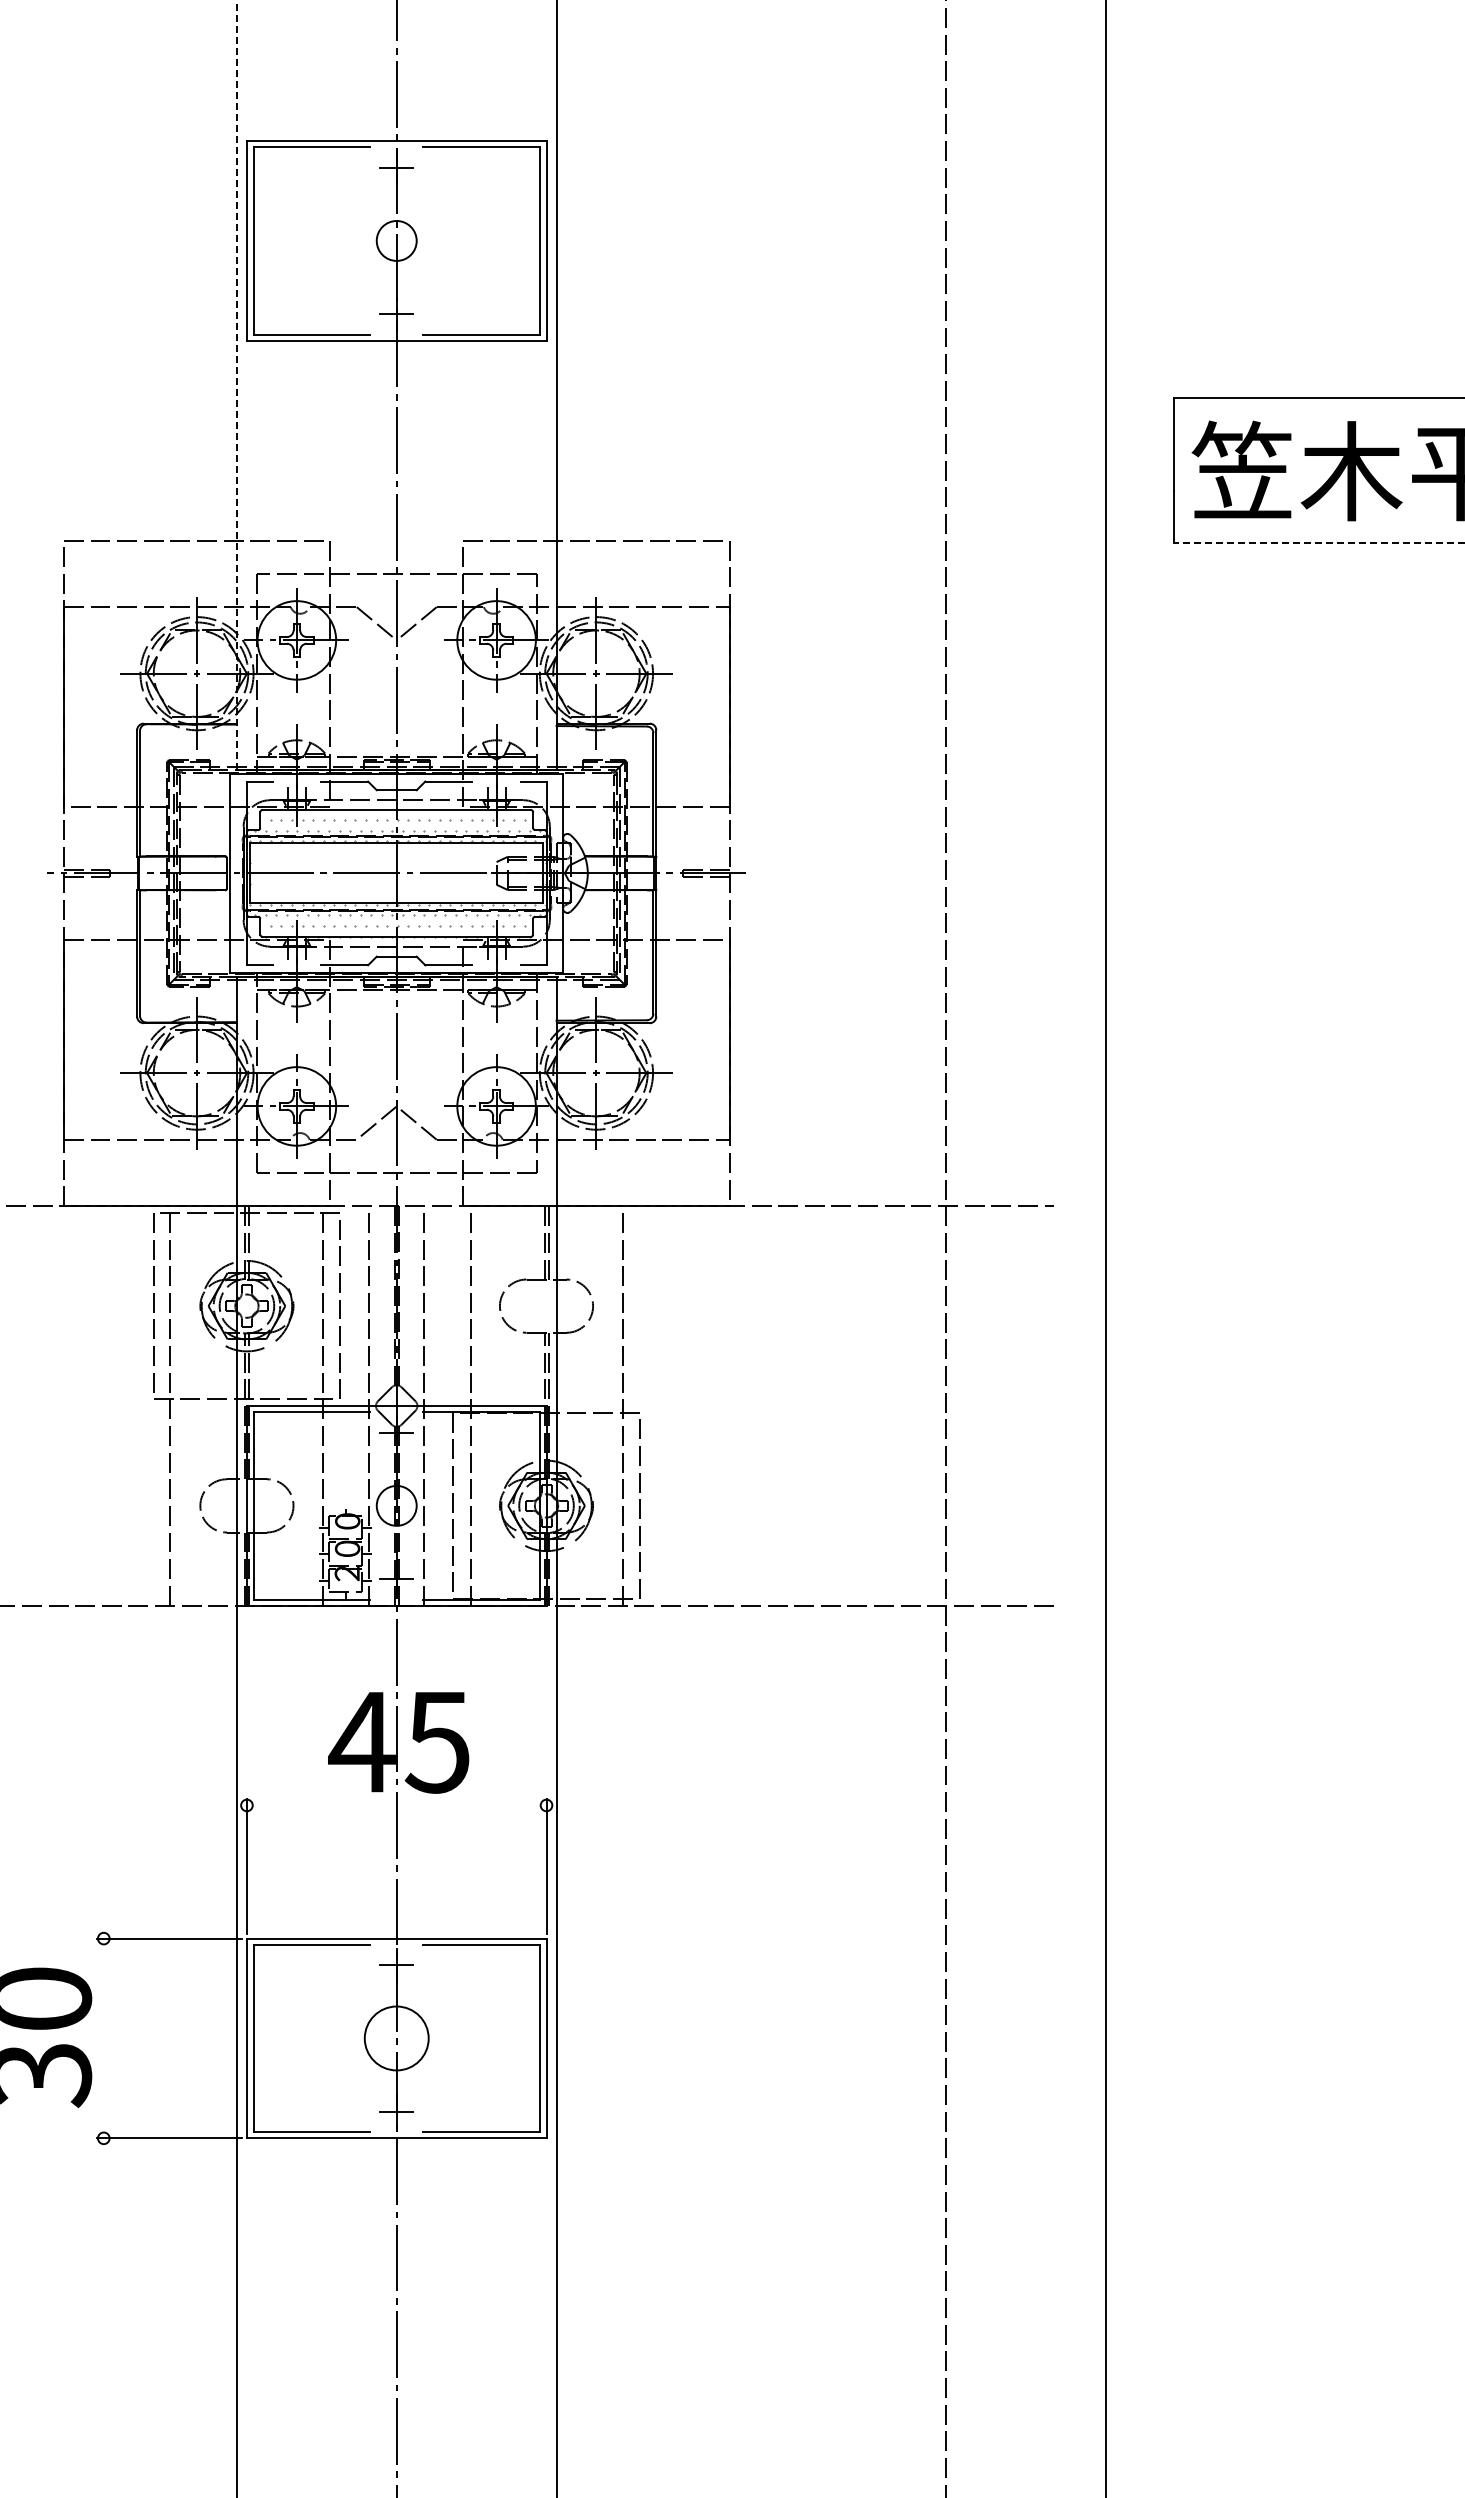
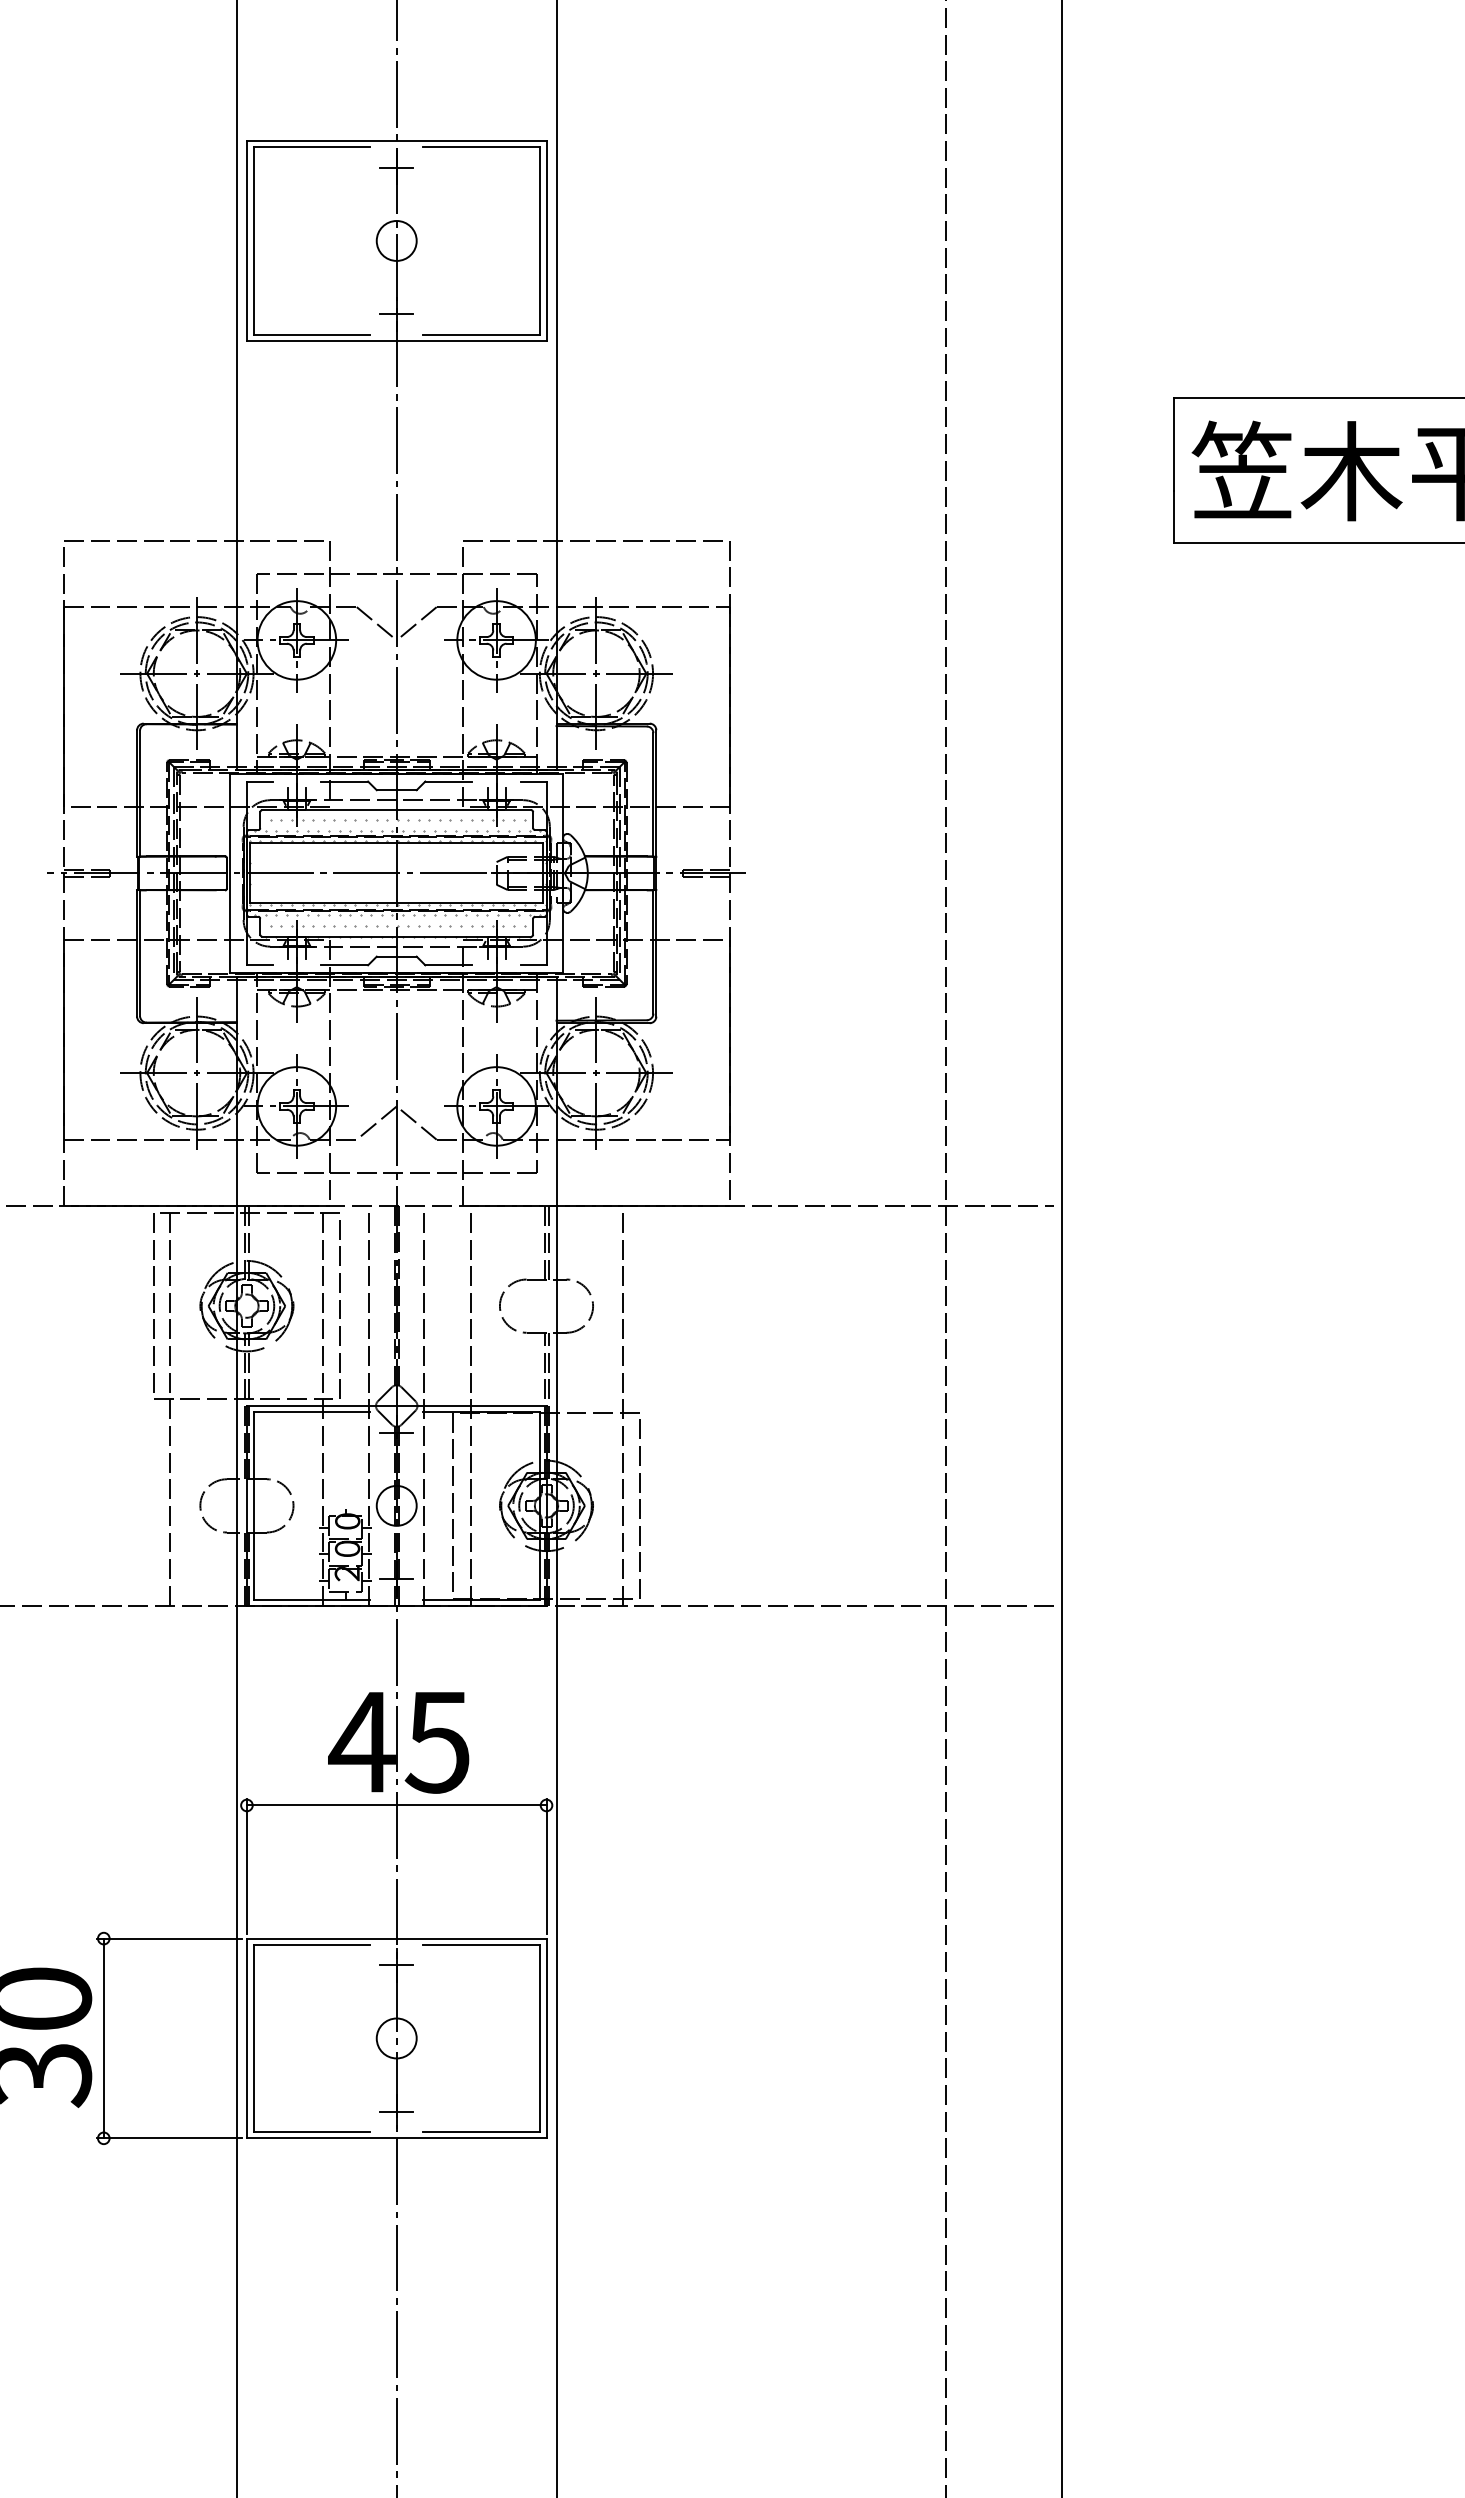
line at (236, 385): dashed -> solid
line at (1318, 543): dashed -> solid
line at (1106, 1248) position: (1106, 1248) -> (1062, 1248)
line at (396, 1805): none -> present
line at (103, 2038): none -> present
circle at (396, 2038) diameter: 64 px -> 40 px
